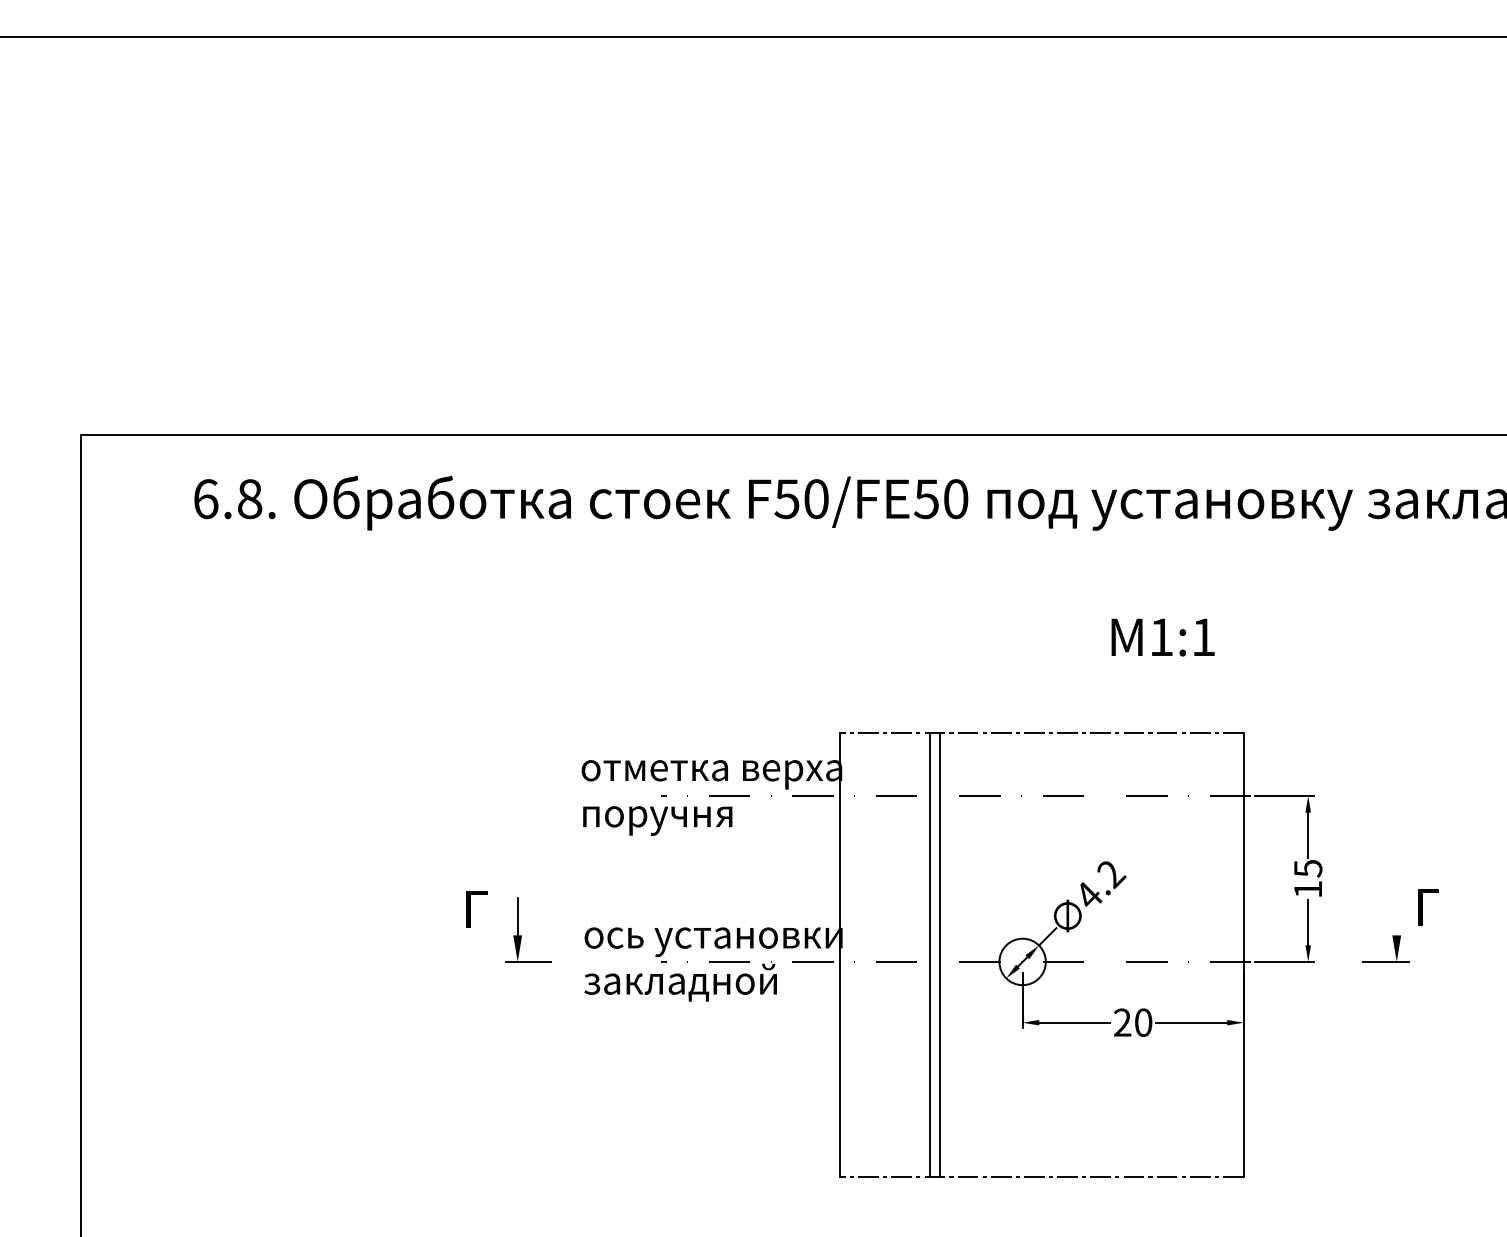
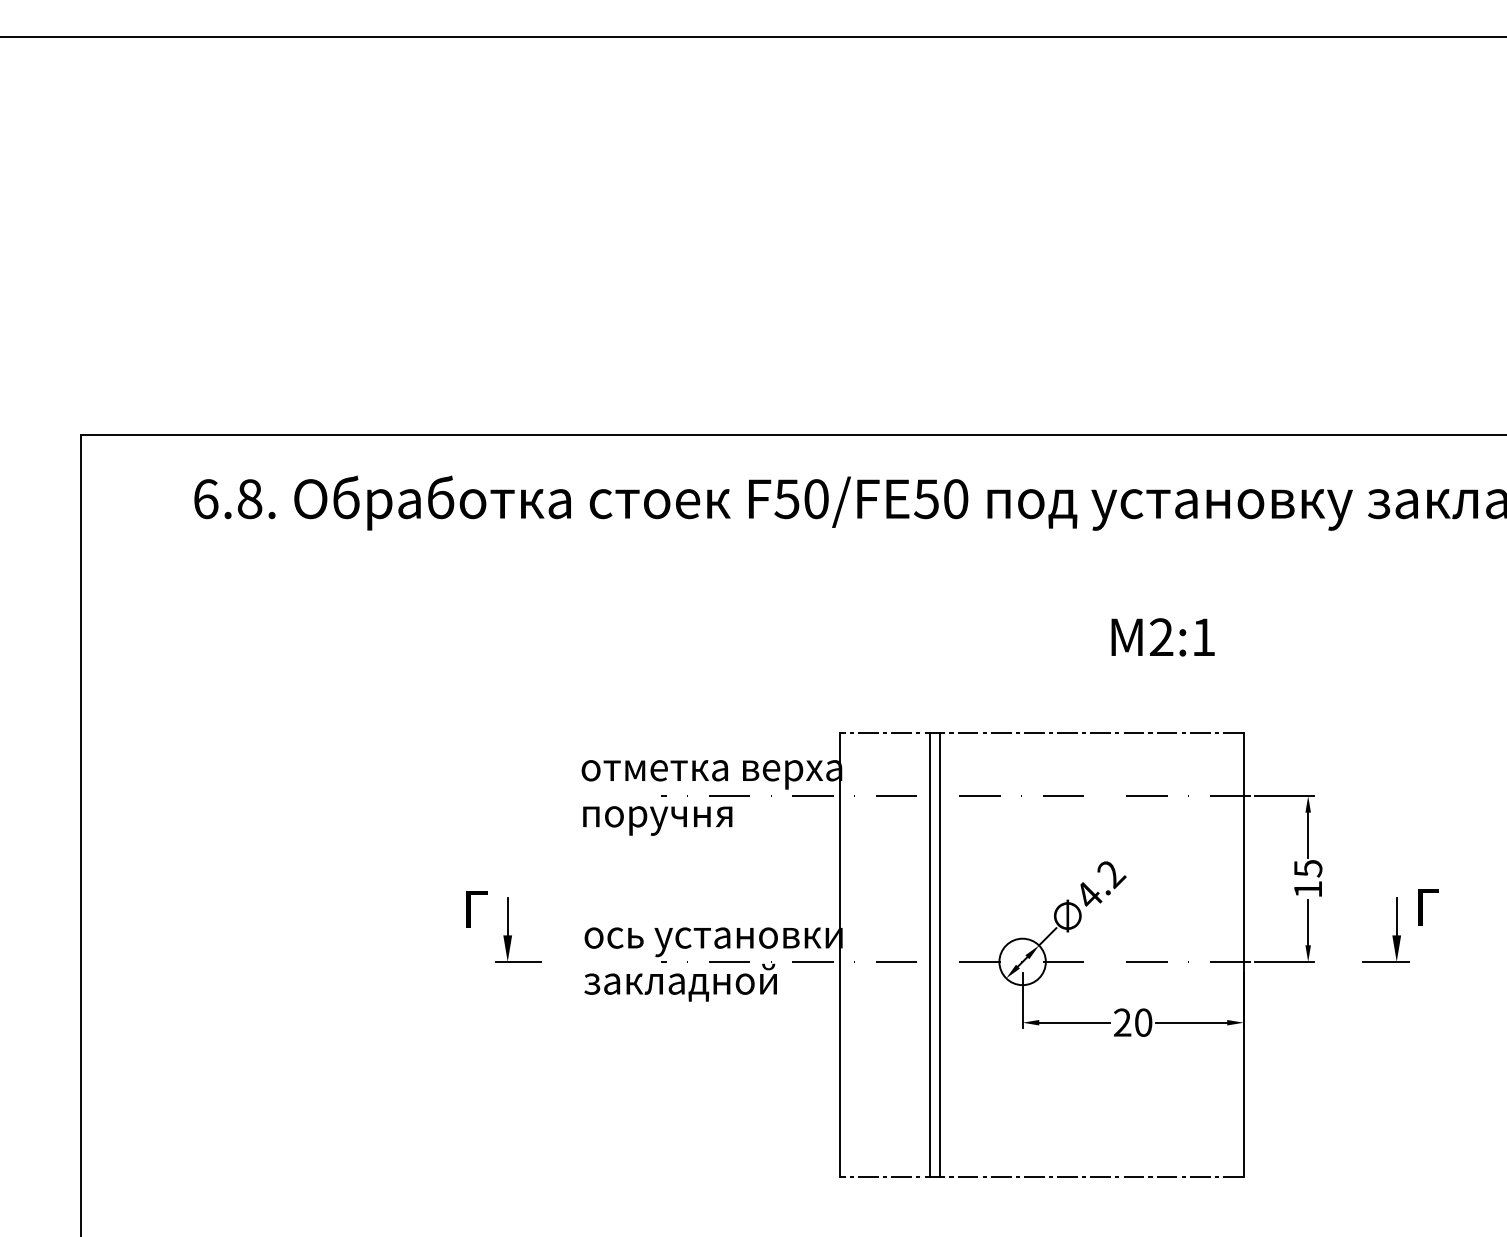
text at (1161, 636): 1:1 -> 2:1
line at (1396, 916): none -> present
part at (521, 935) position: (521, 935) -> (511, 935)
